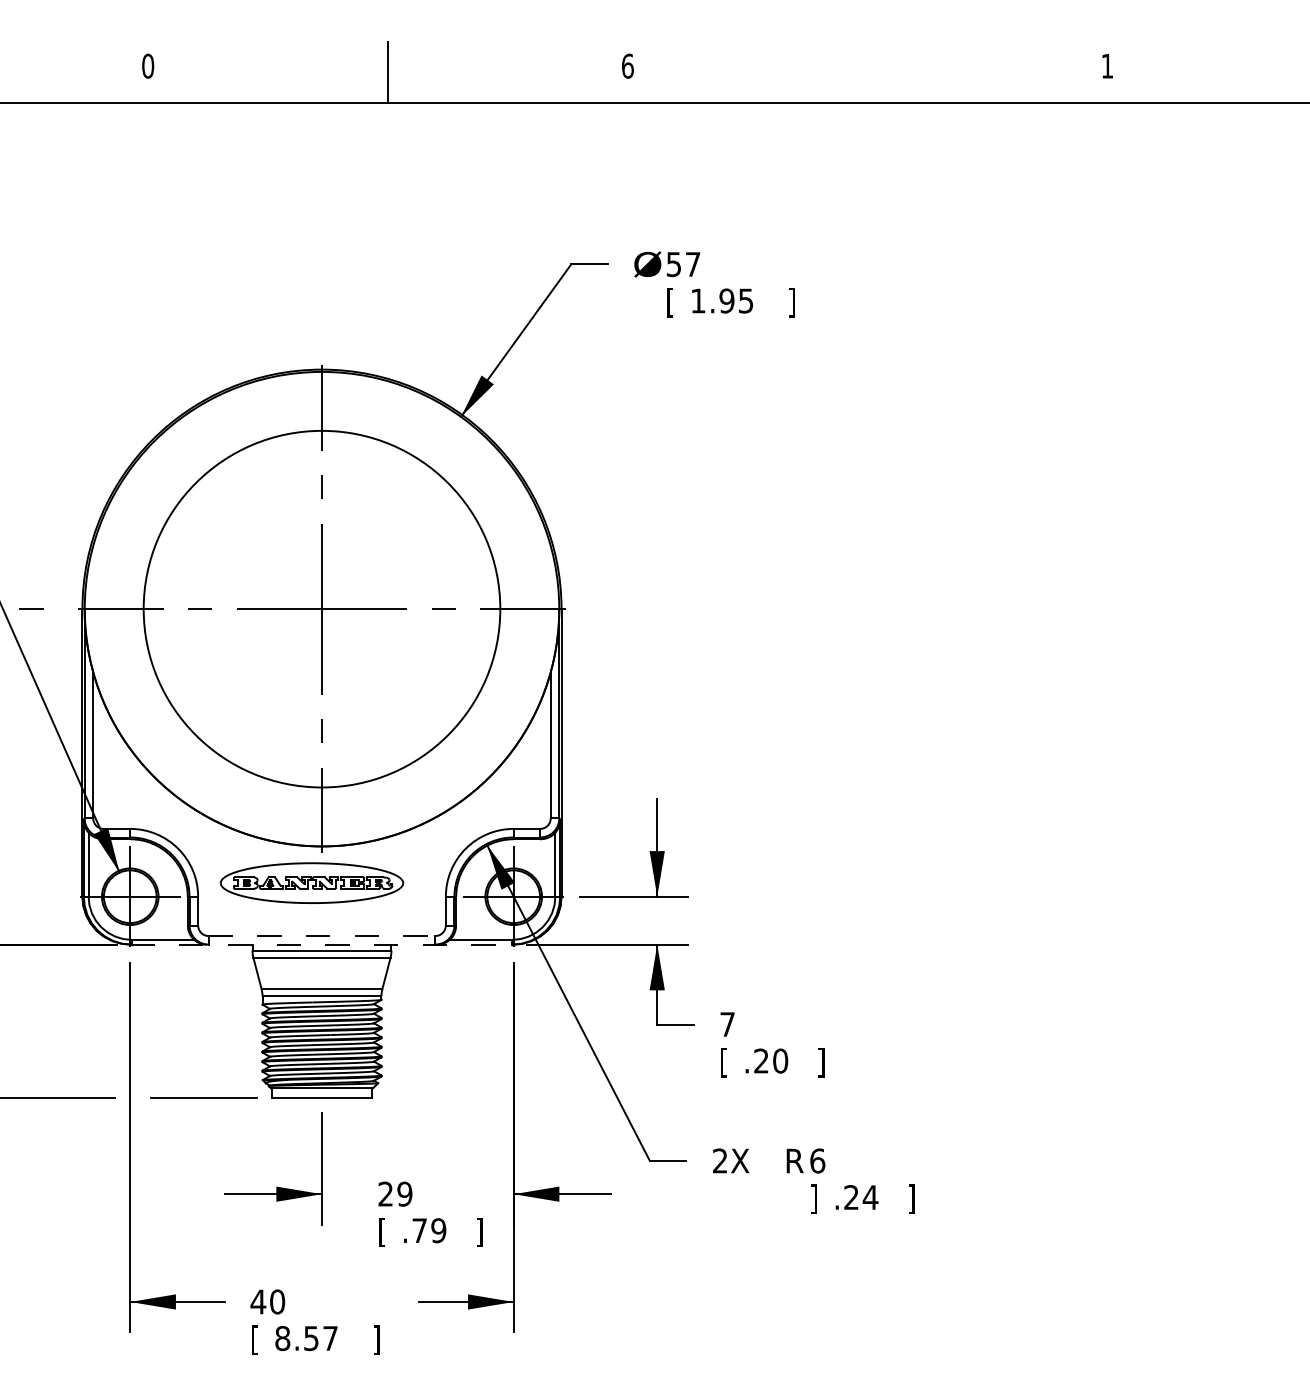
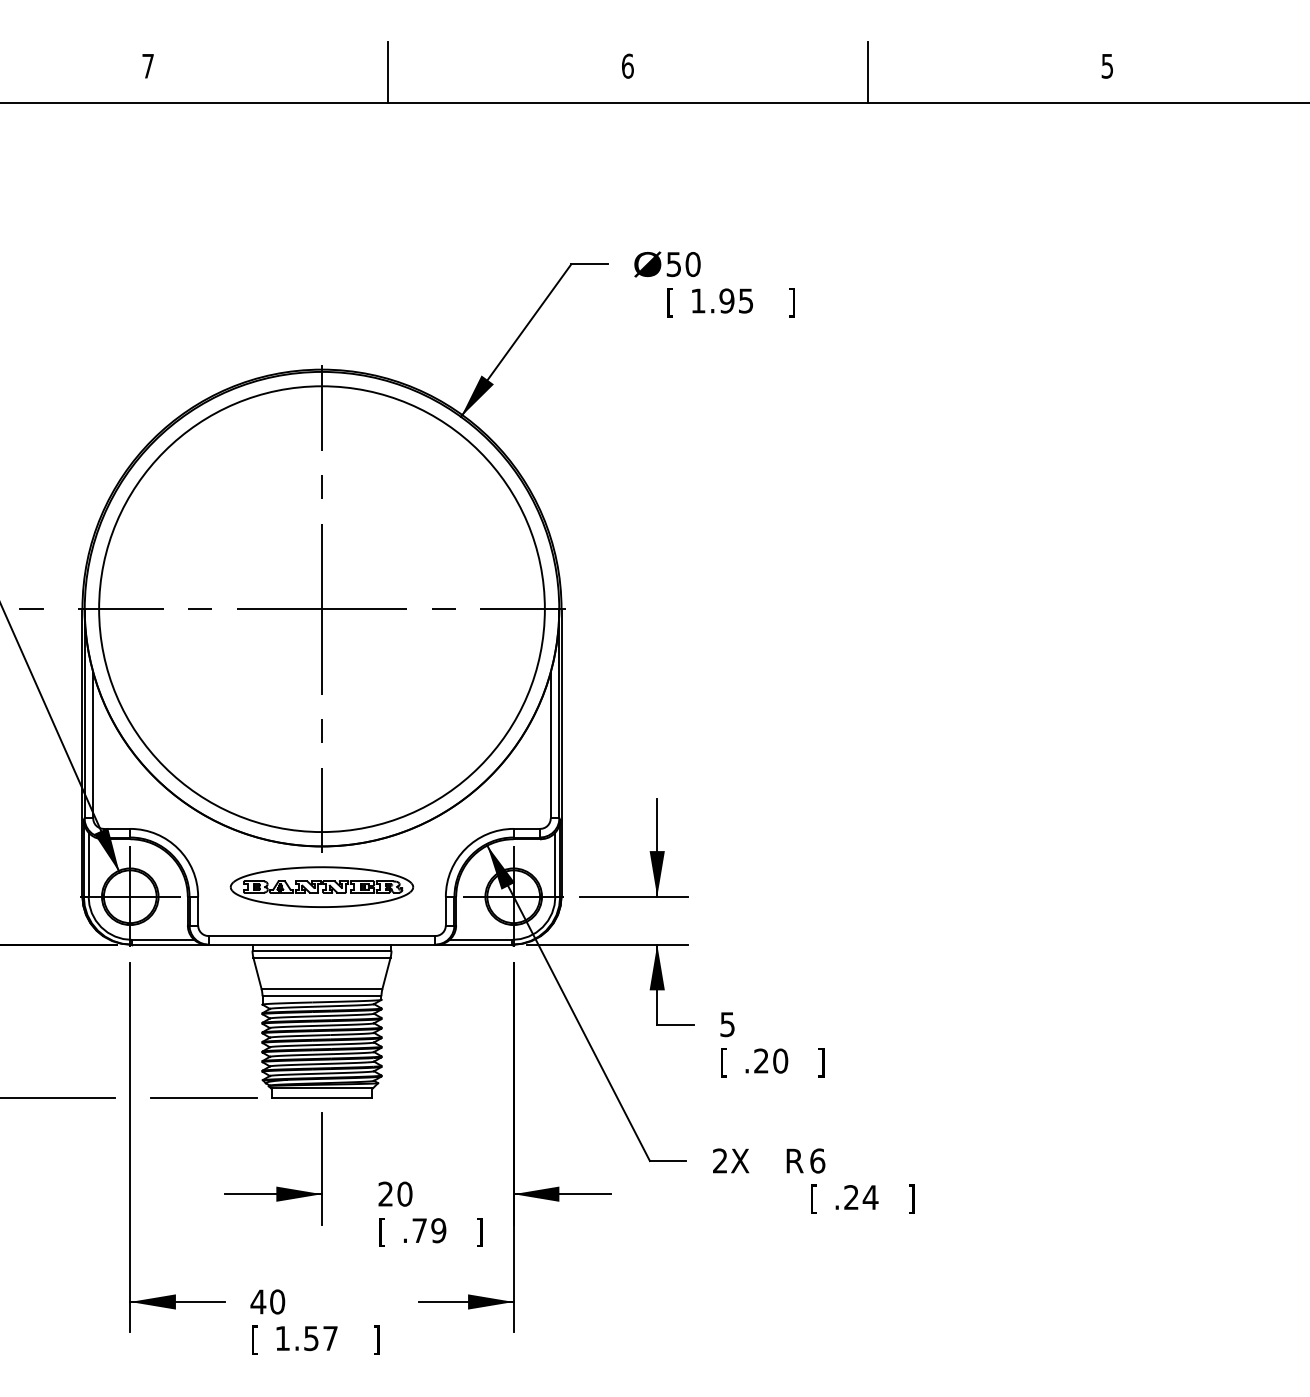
text at (148, 65): 0 -> 7
text at (1106, 66): 1 -> 5
line at (867, 71): none -> present
text at (692, 264): 57 -> 50
circle at (321, 608) diameter: 357 px -> 446 px
part at (311, 882) position: (311, 882) -> (321, 886)
line at (322, 936): dashed -> solid
line at (322, 944): dashed -> solid
text at (727, 1024): 7 -> 5
text at (404, 1194): 29 -> 20
text at (813, 1199): ] -> [
text at (282, 1338): 8.57 -> 1.57
